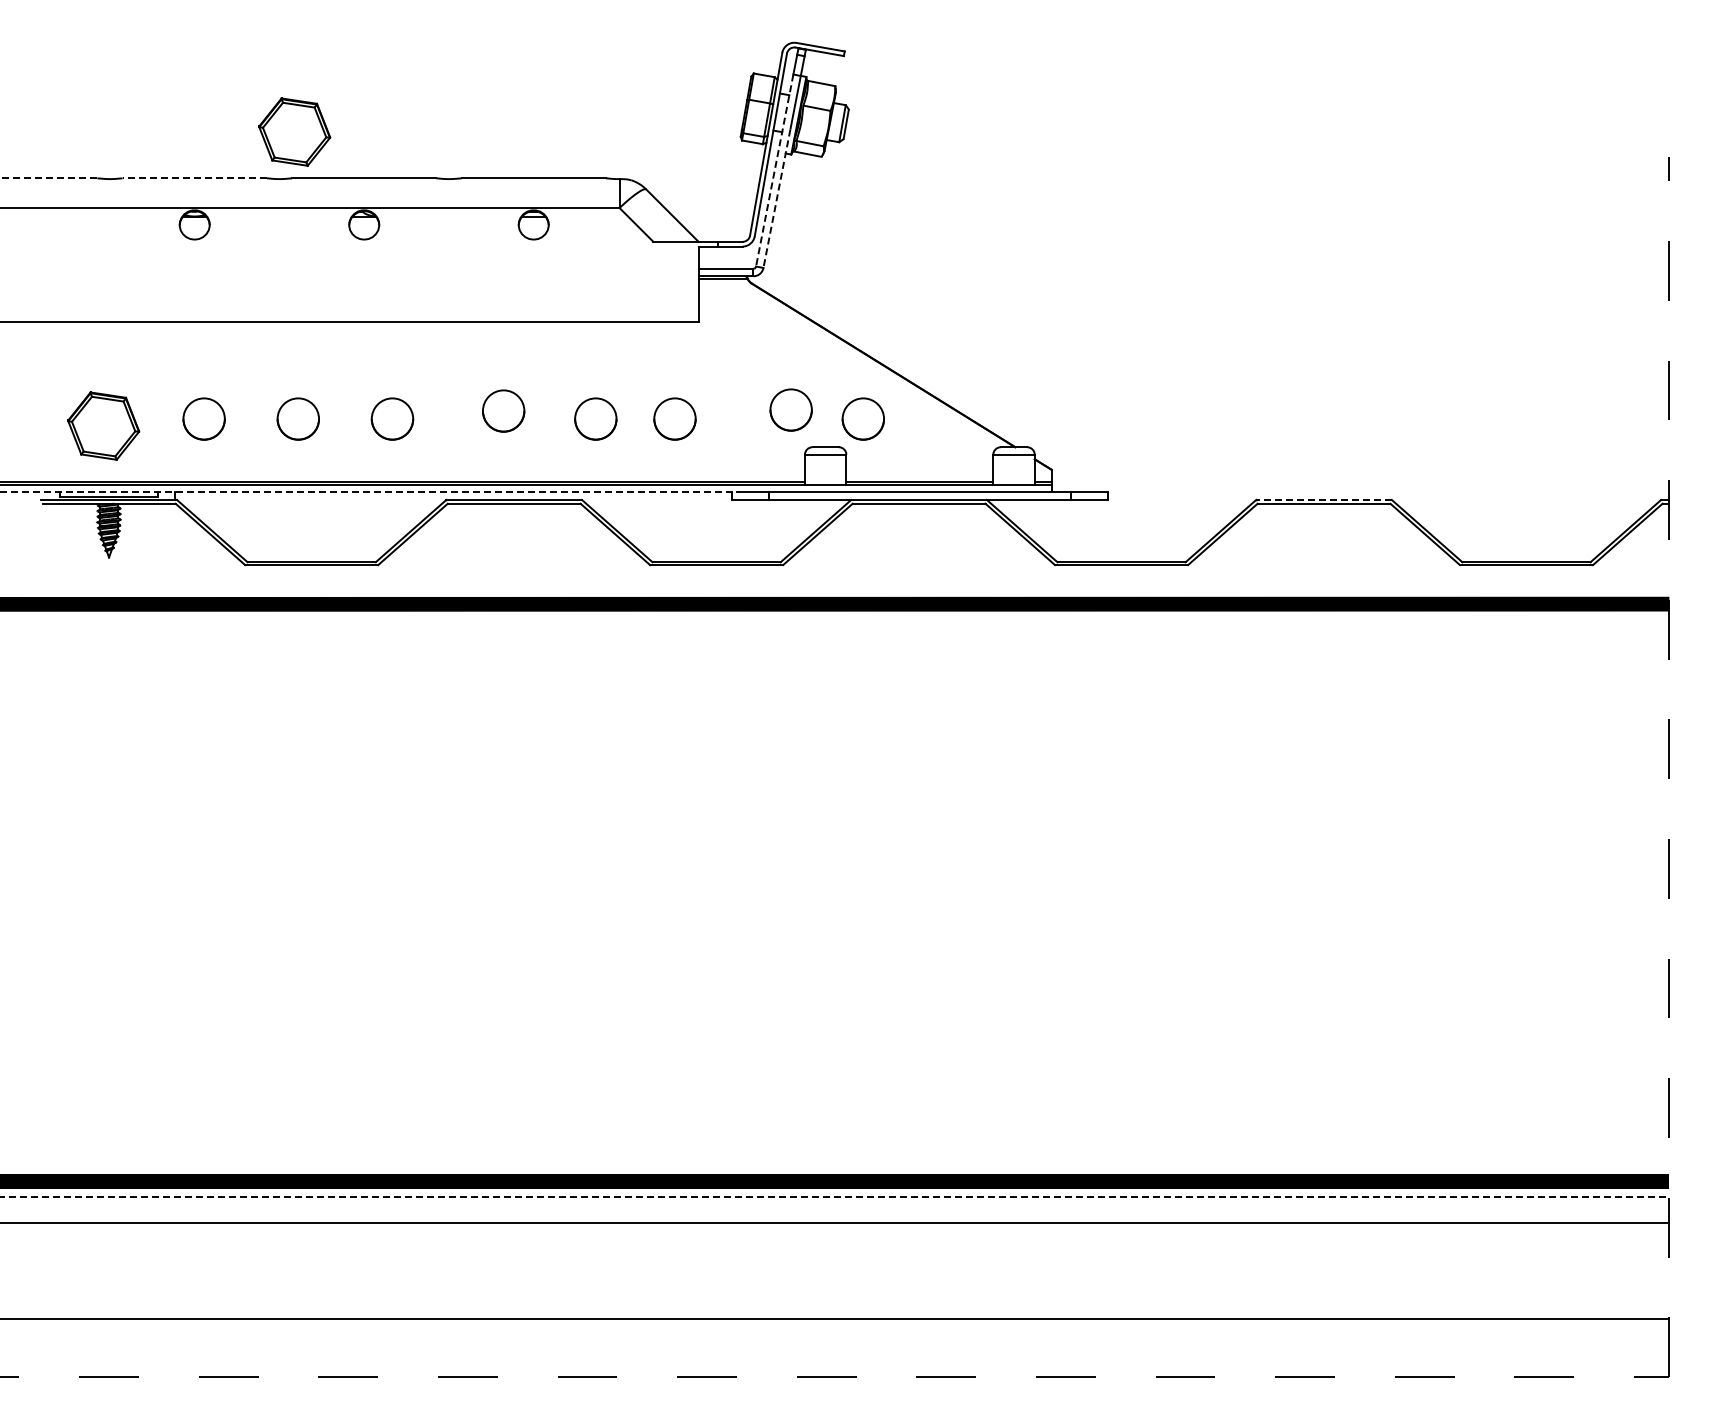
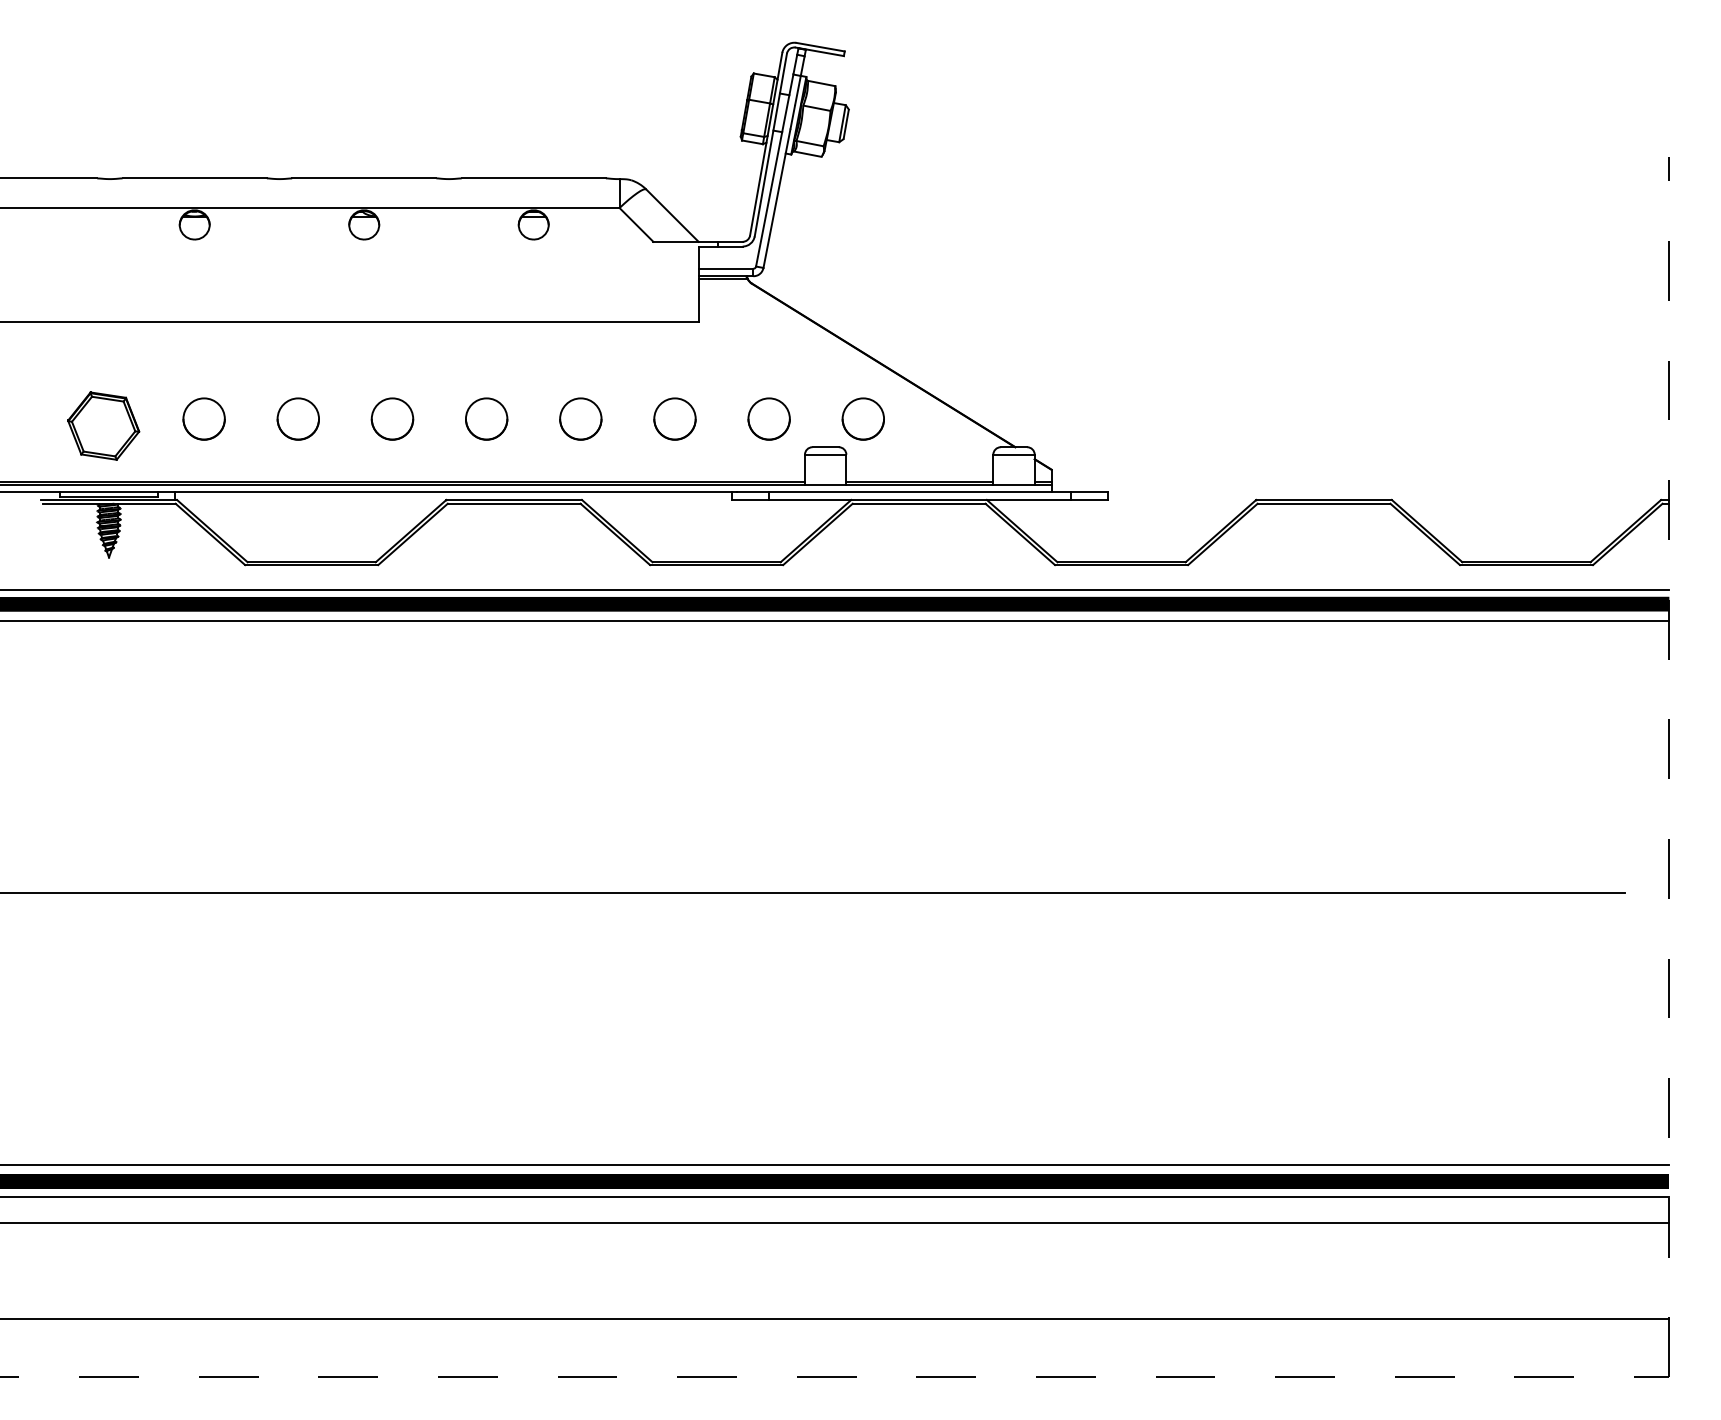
part at (294, 131): present -> none
line at (774, 170): dashed -> solid
line at (48, 178): dashed -> solid
line at (194, 178): dashed -> solid
line at (776, 199): dashed -> solid
circle at (790, 409) position: (790, 409) -> (768, 418)
circle at (503, 410) position: (503, 410) -> (486, 418)
circle at (595, 418) position: (595, 418) -> (580, 418)
line at (368, 492): dashed -> solid
line at (1324, 499): dashed -> solid
line at (835, 589): none -> present
line at (835, 621): none -> present
line at (813, 893): none -> present
line at (835, 1165): none -> present
line at (835, 1197): dashed -> solid
